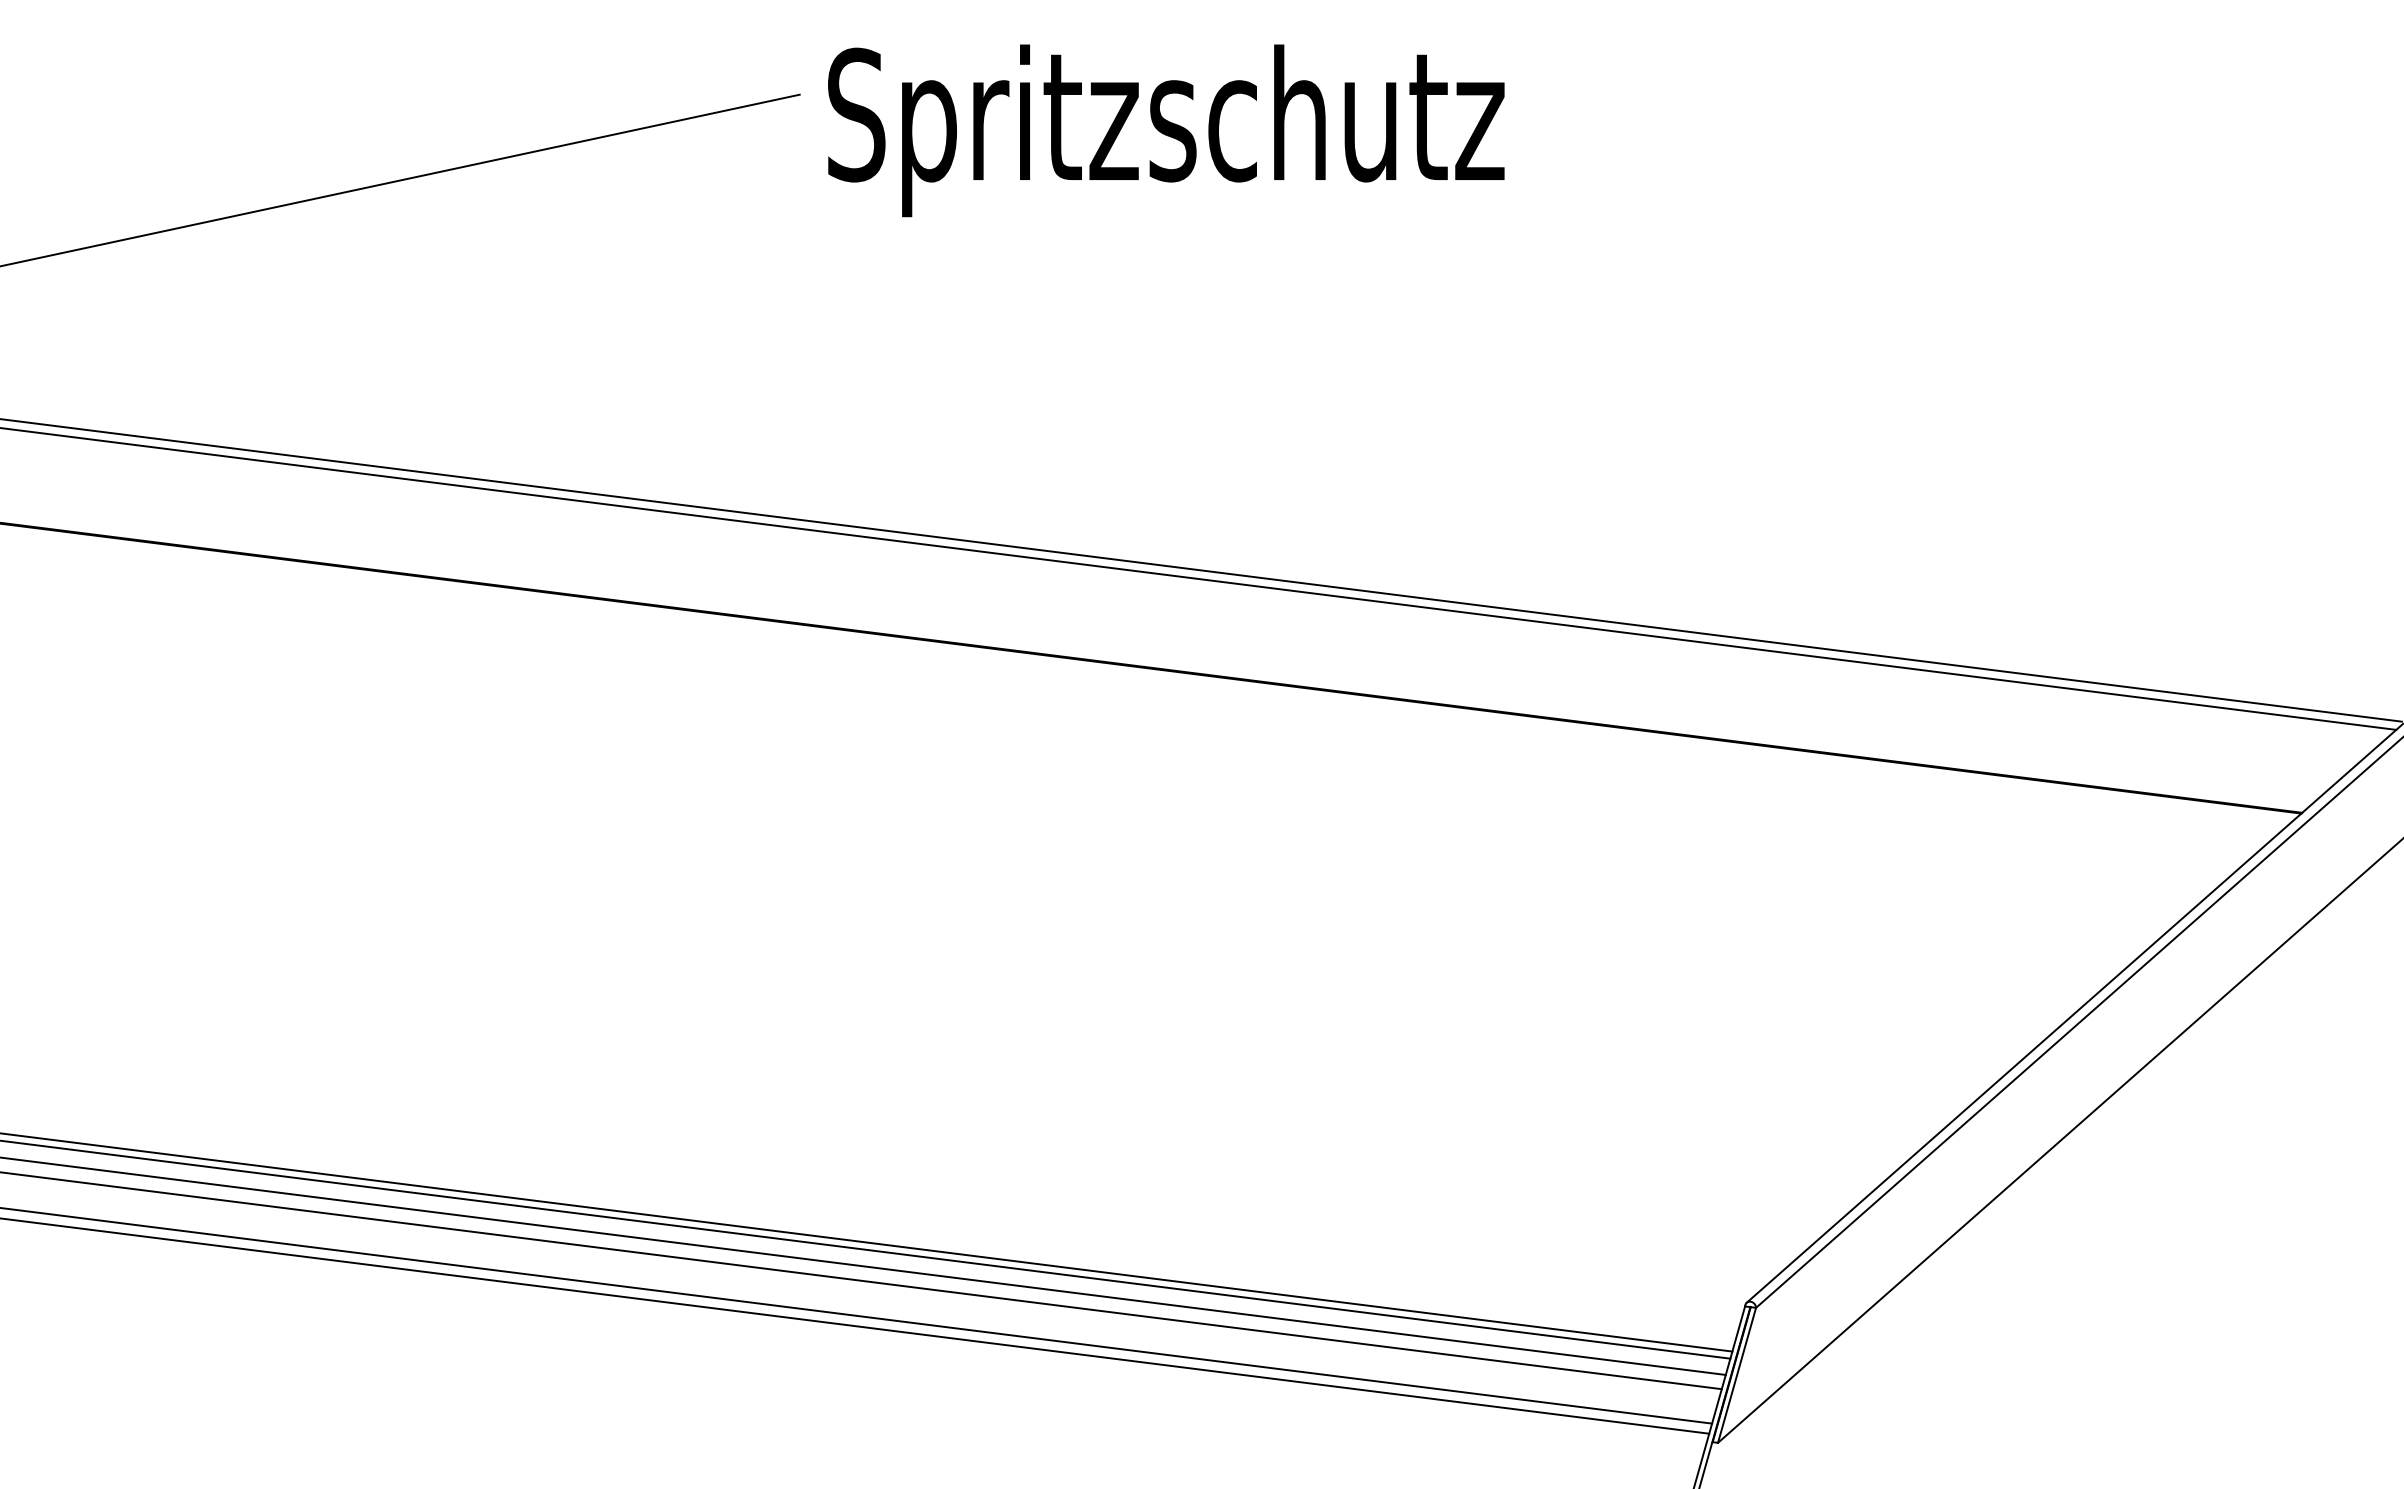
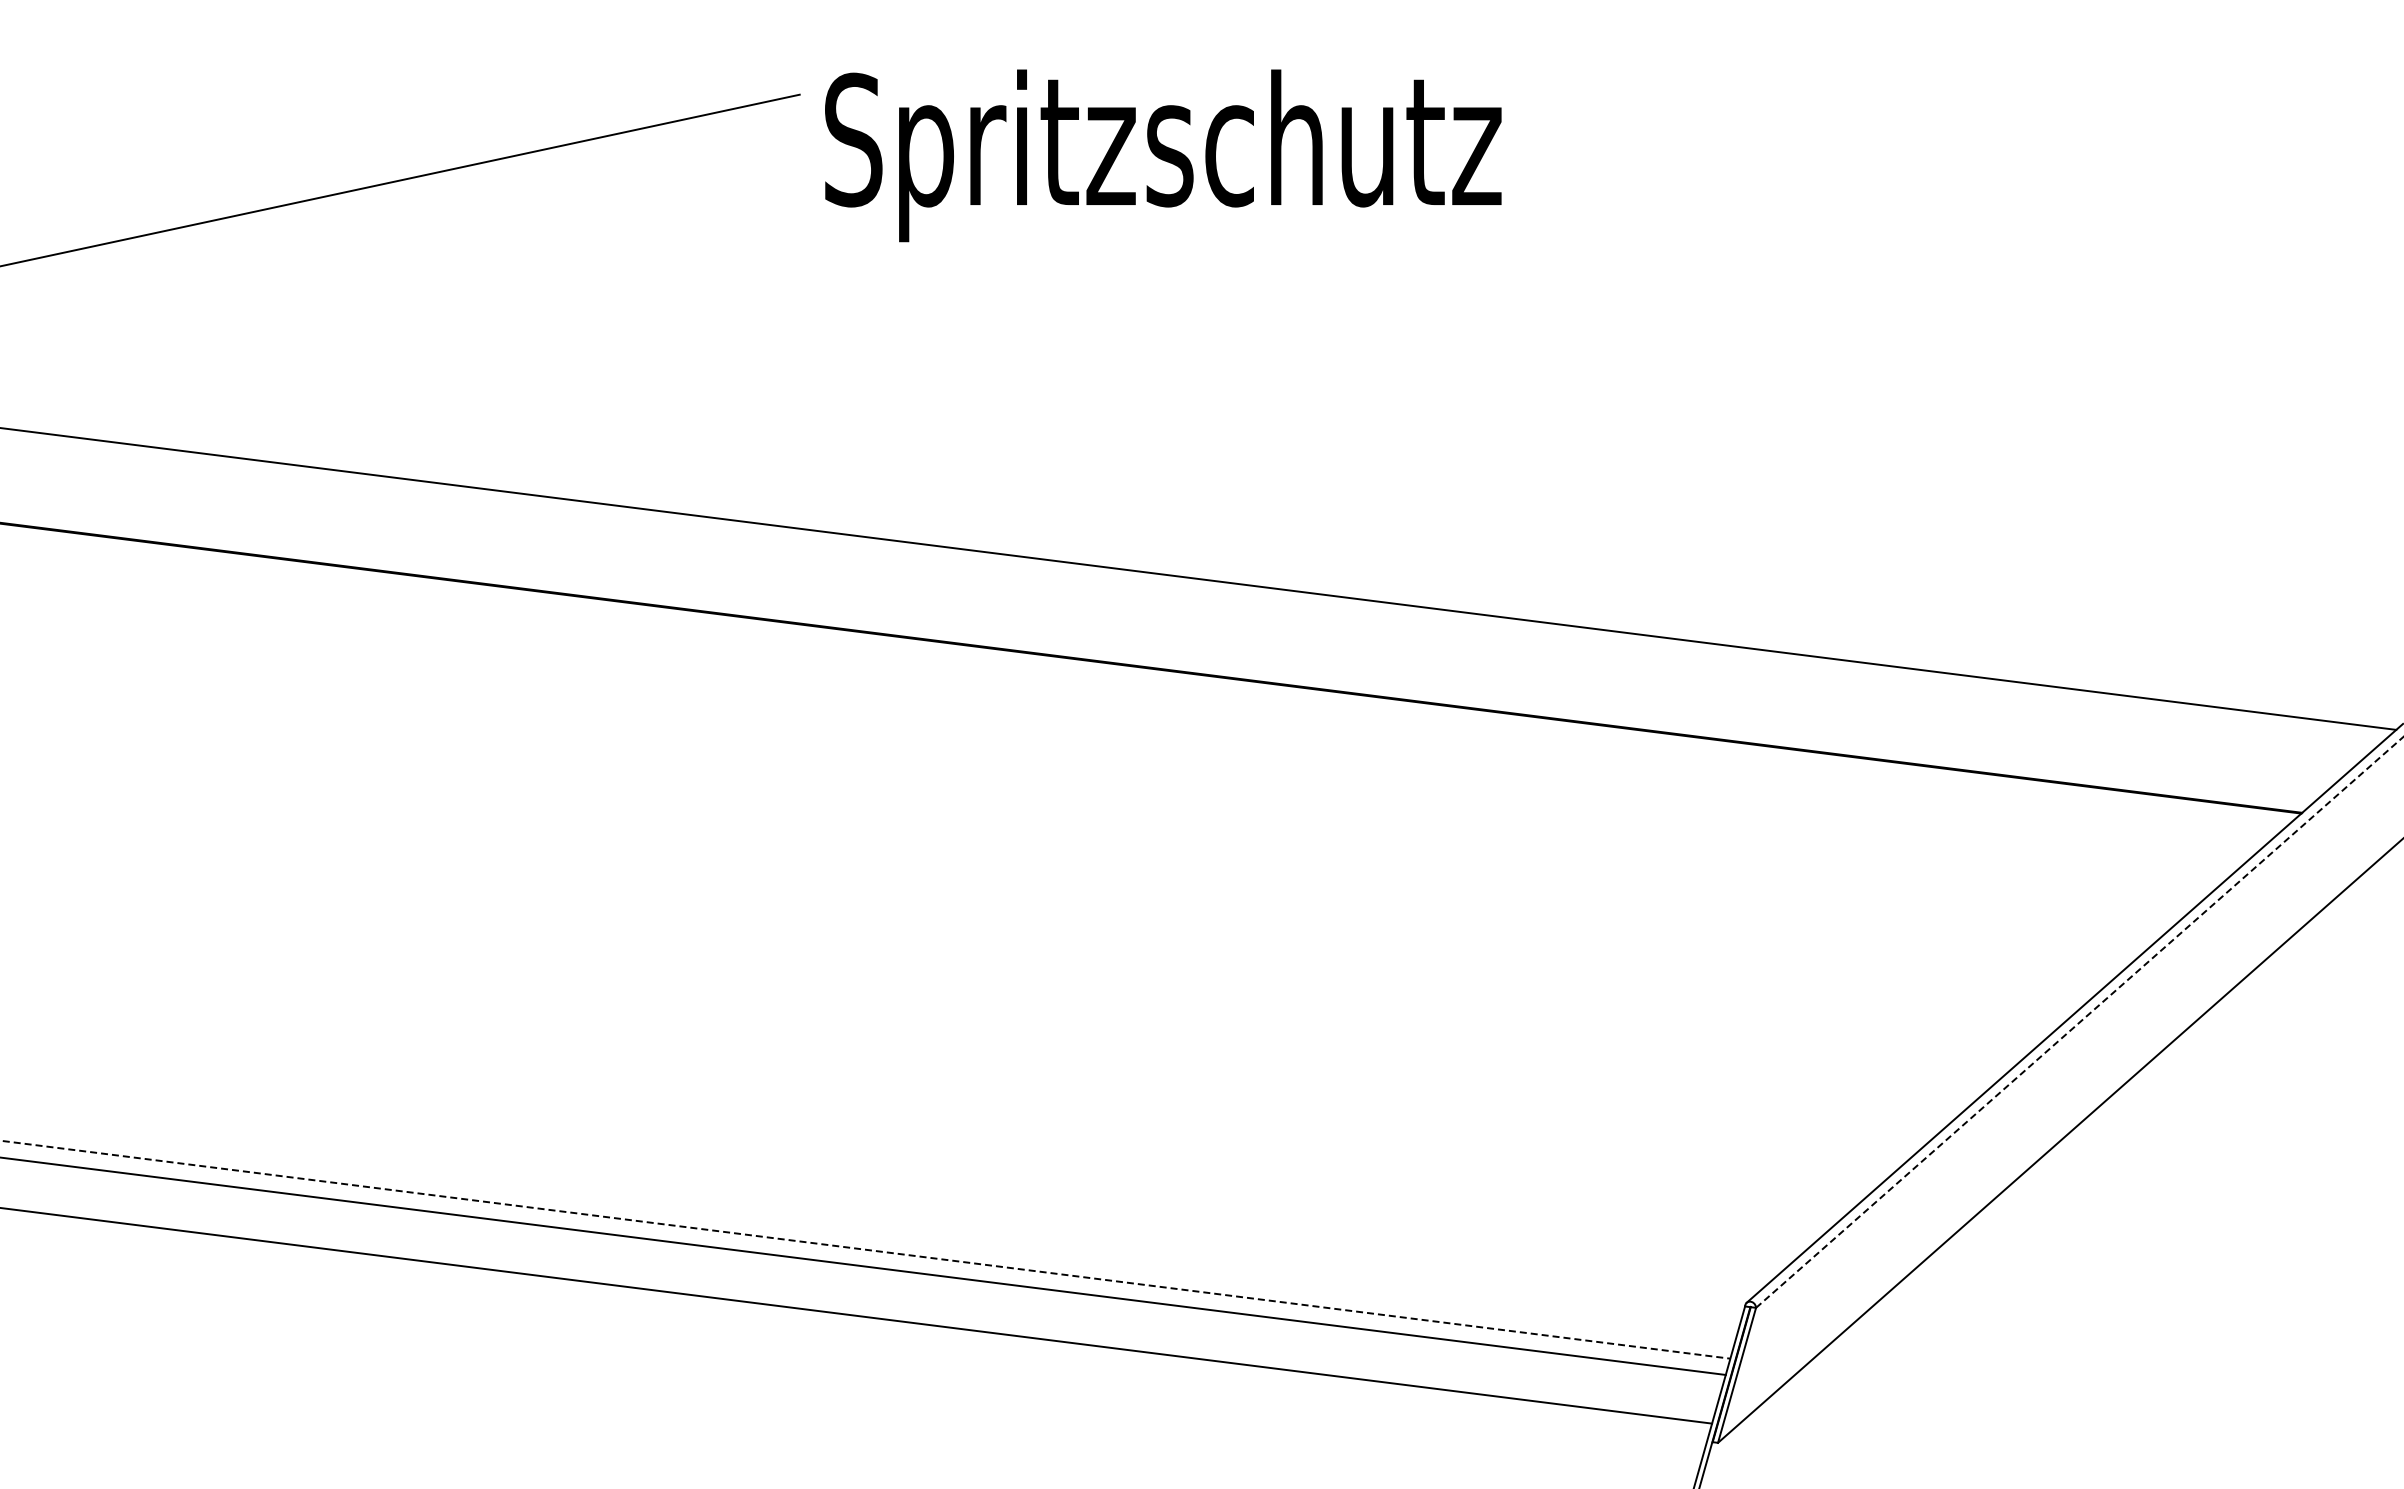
text at (1166, 130) position: (1166, 130) -> (1163, 155)
line at (1201, 570): present -> none
line at (2079, 1022): solid -> dashed
line at (867, 1242): present -> none
line at (865, 1249): solid -> dashed
line at (861, 1280): present -> none
line at (855, 1325): present -> none
